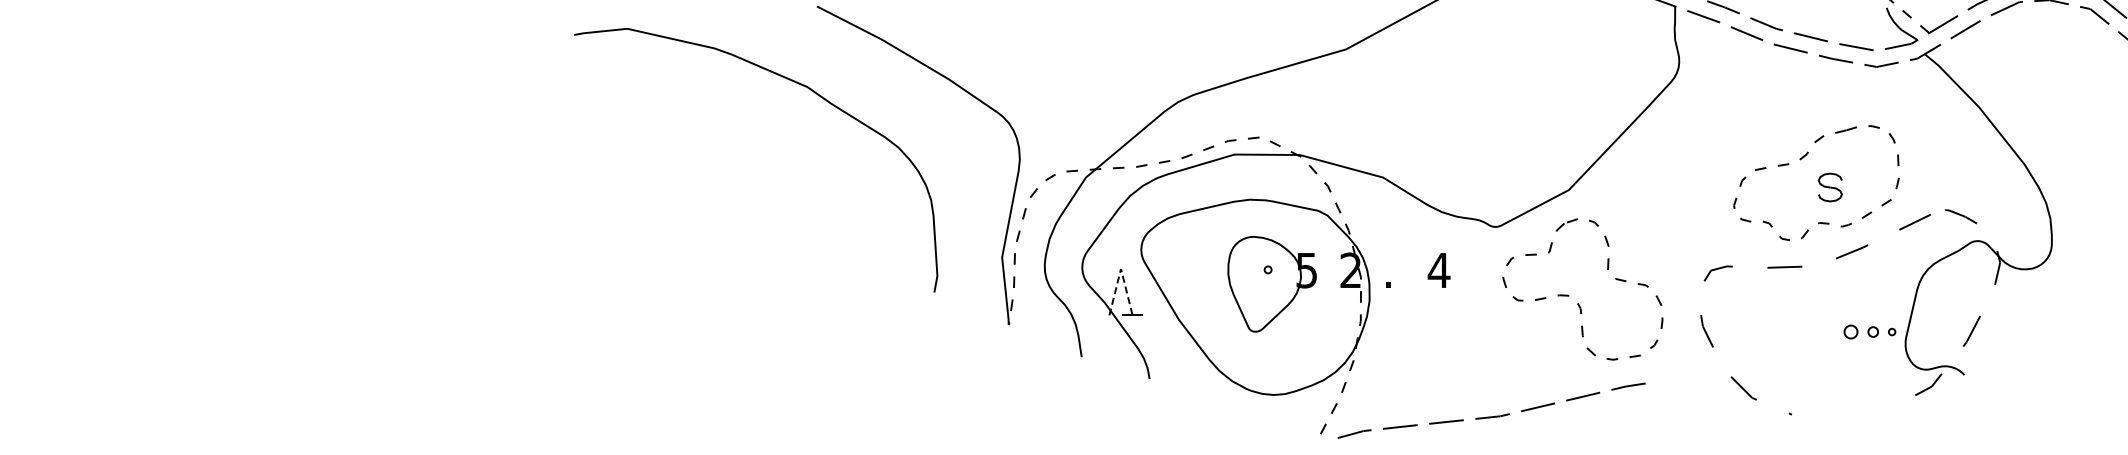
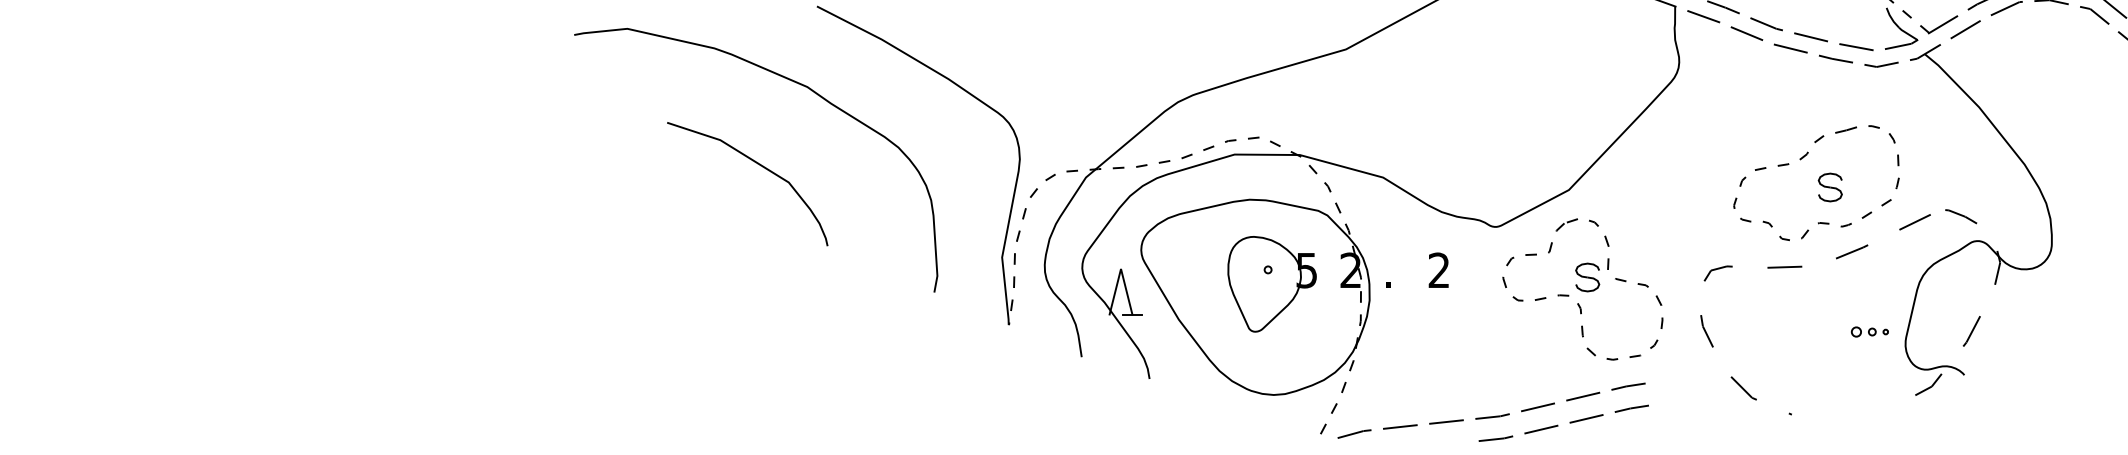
curve at (760, 166): none -> present
line at (1121, 268): dashed -> solid
text at (1438, 269): 4 -> 2
part at (1587, 277): none -> present
part at (1869, 331) size: 54x16 px -> 38x12 px
line at (1558, 425): none -> present
